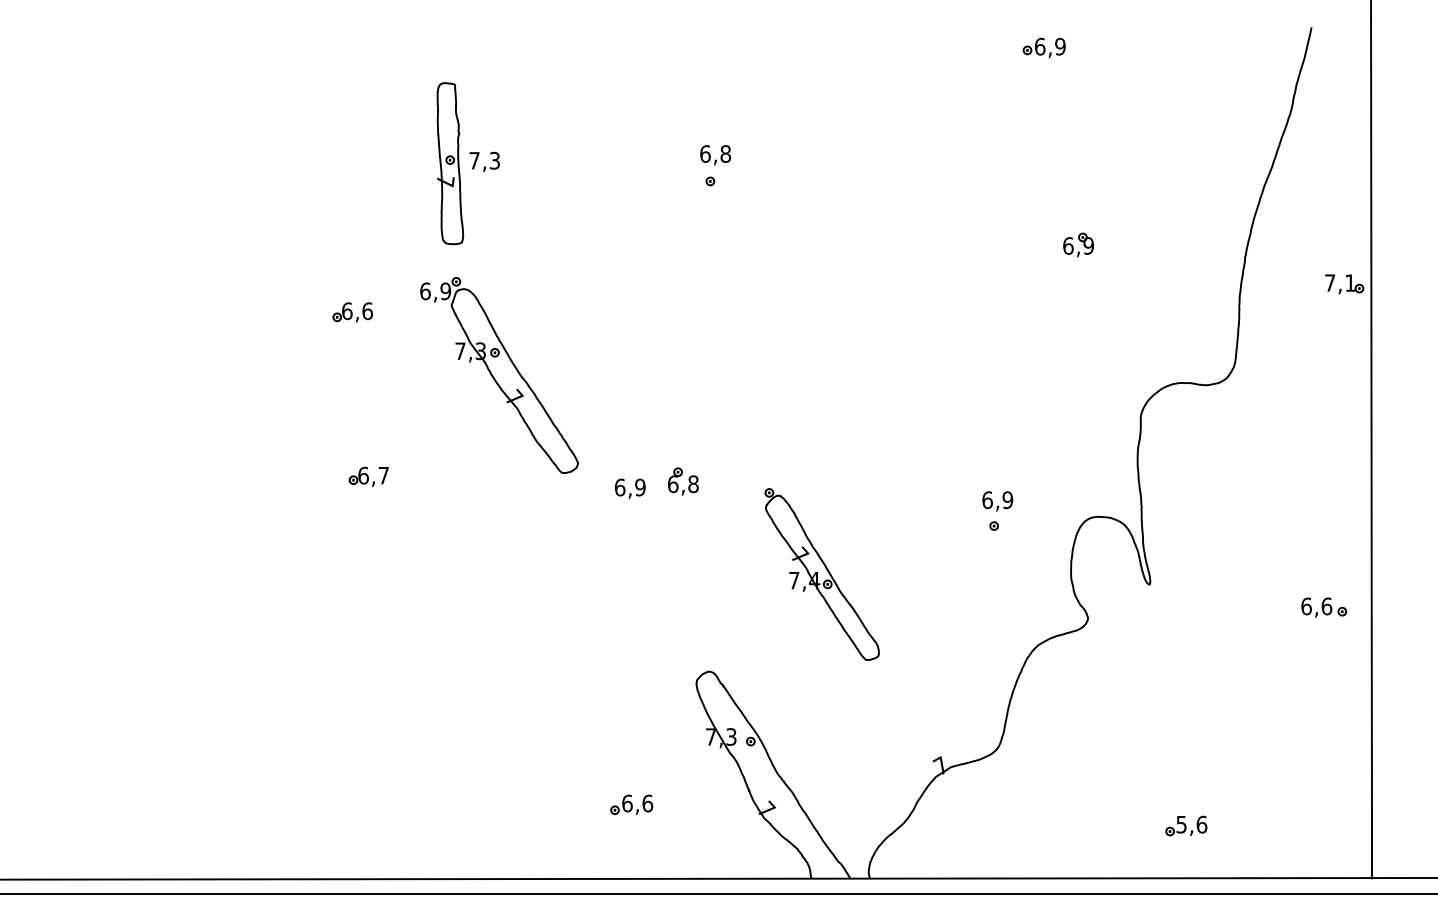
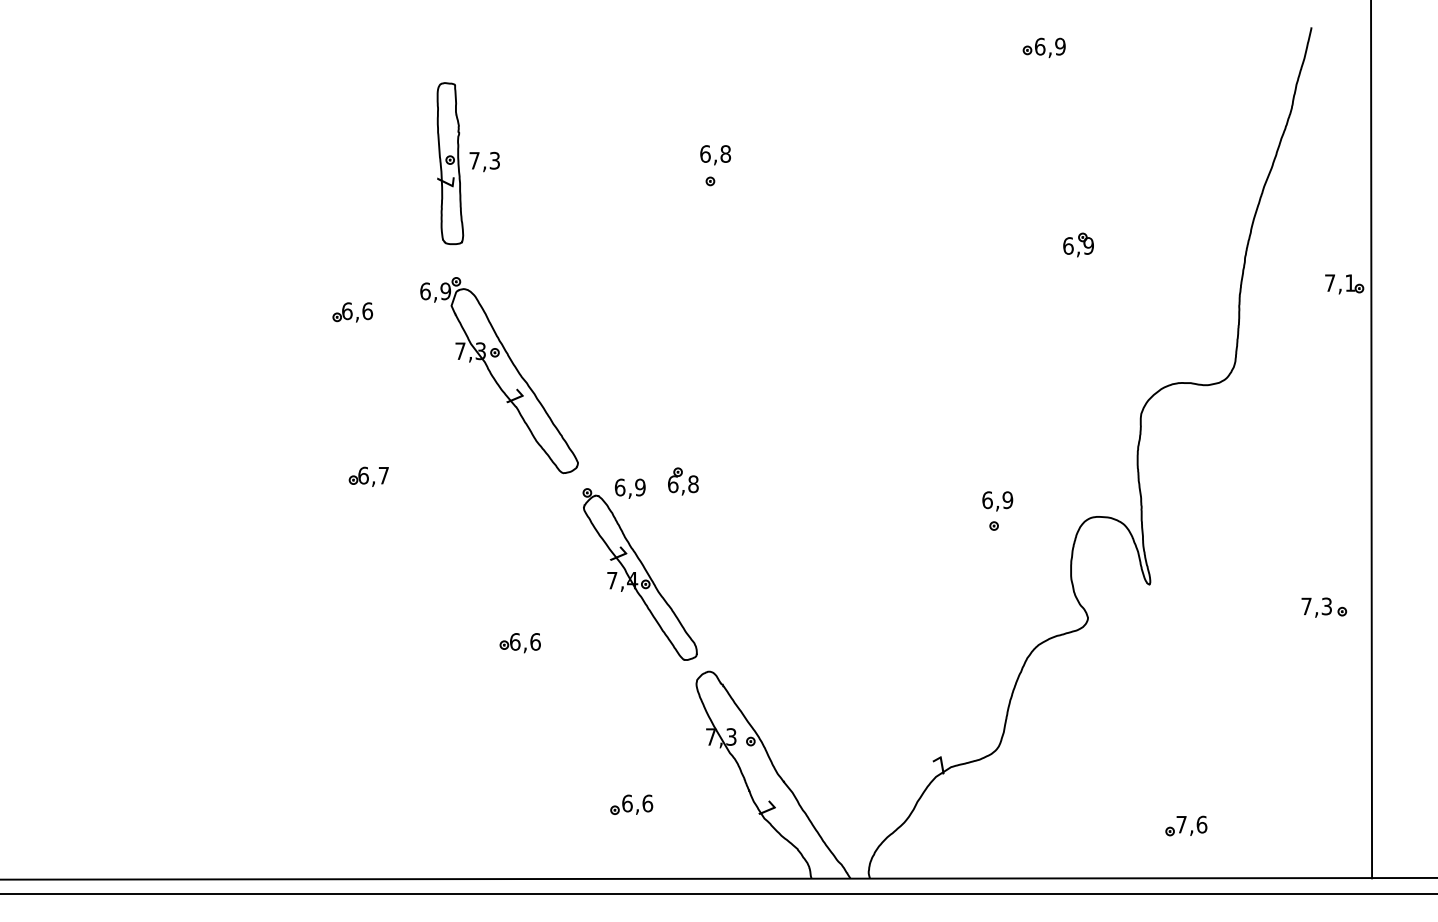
part at (821, 574) position: (821, 574) -> (639, 574)
text at (1316, 606): 6,6 -> 7,3
part at (519, 643): none -> present
text at (1181, 824): 5,6 -> 7,6
